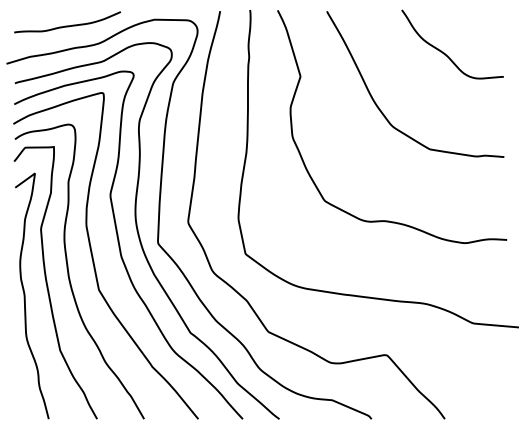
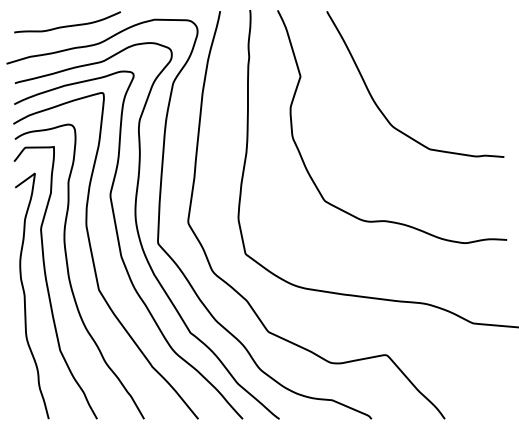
curve at (444, 52): present -> none
